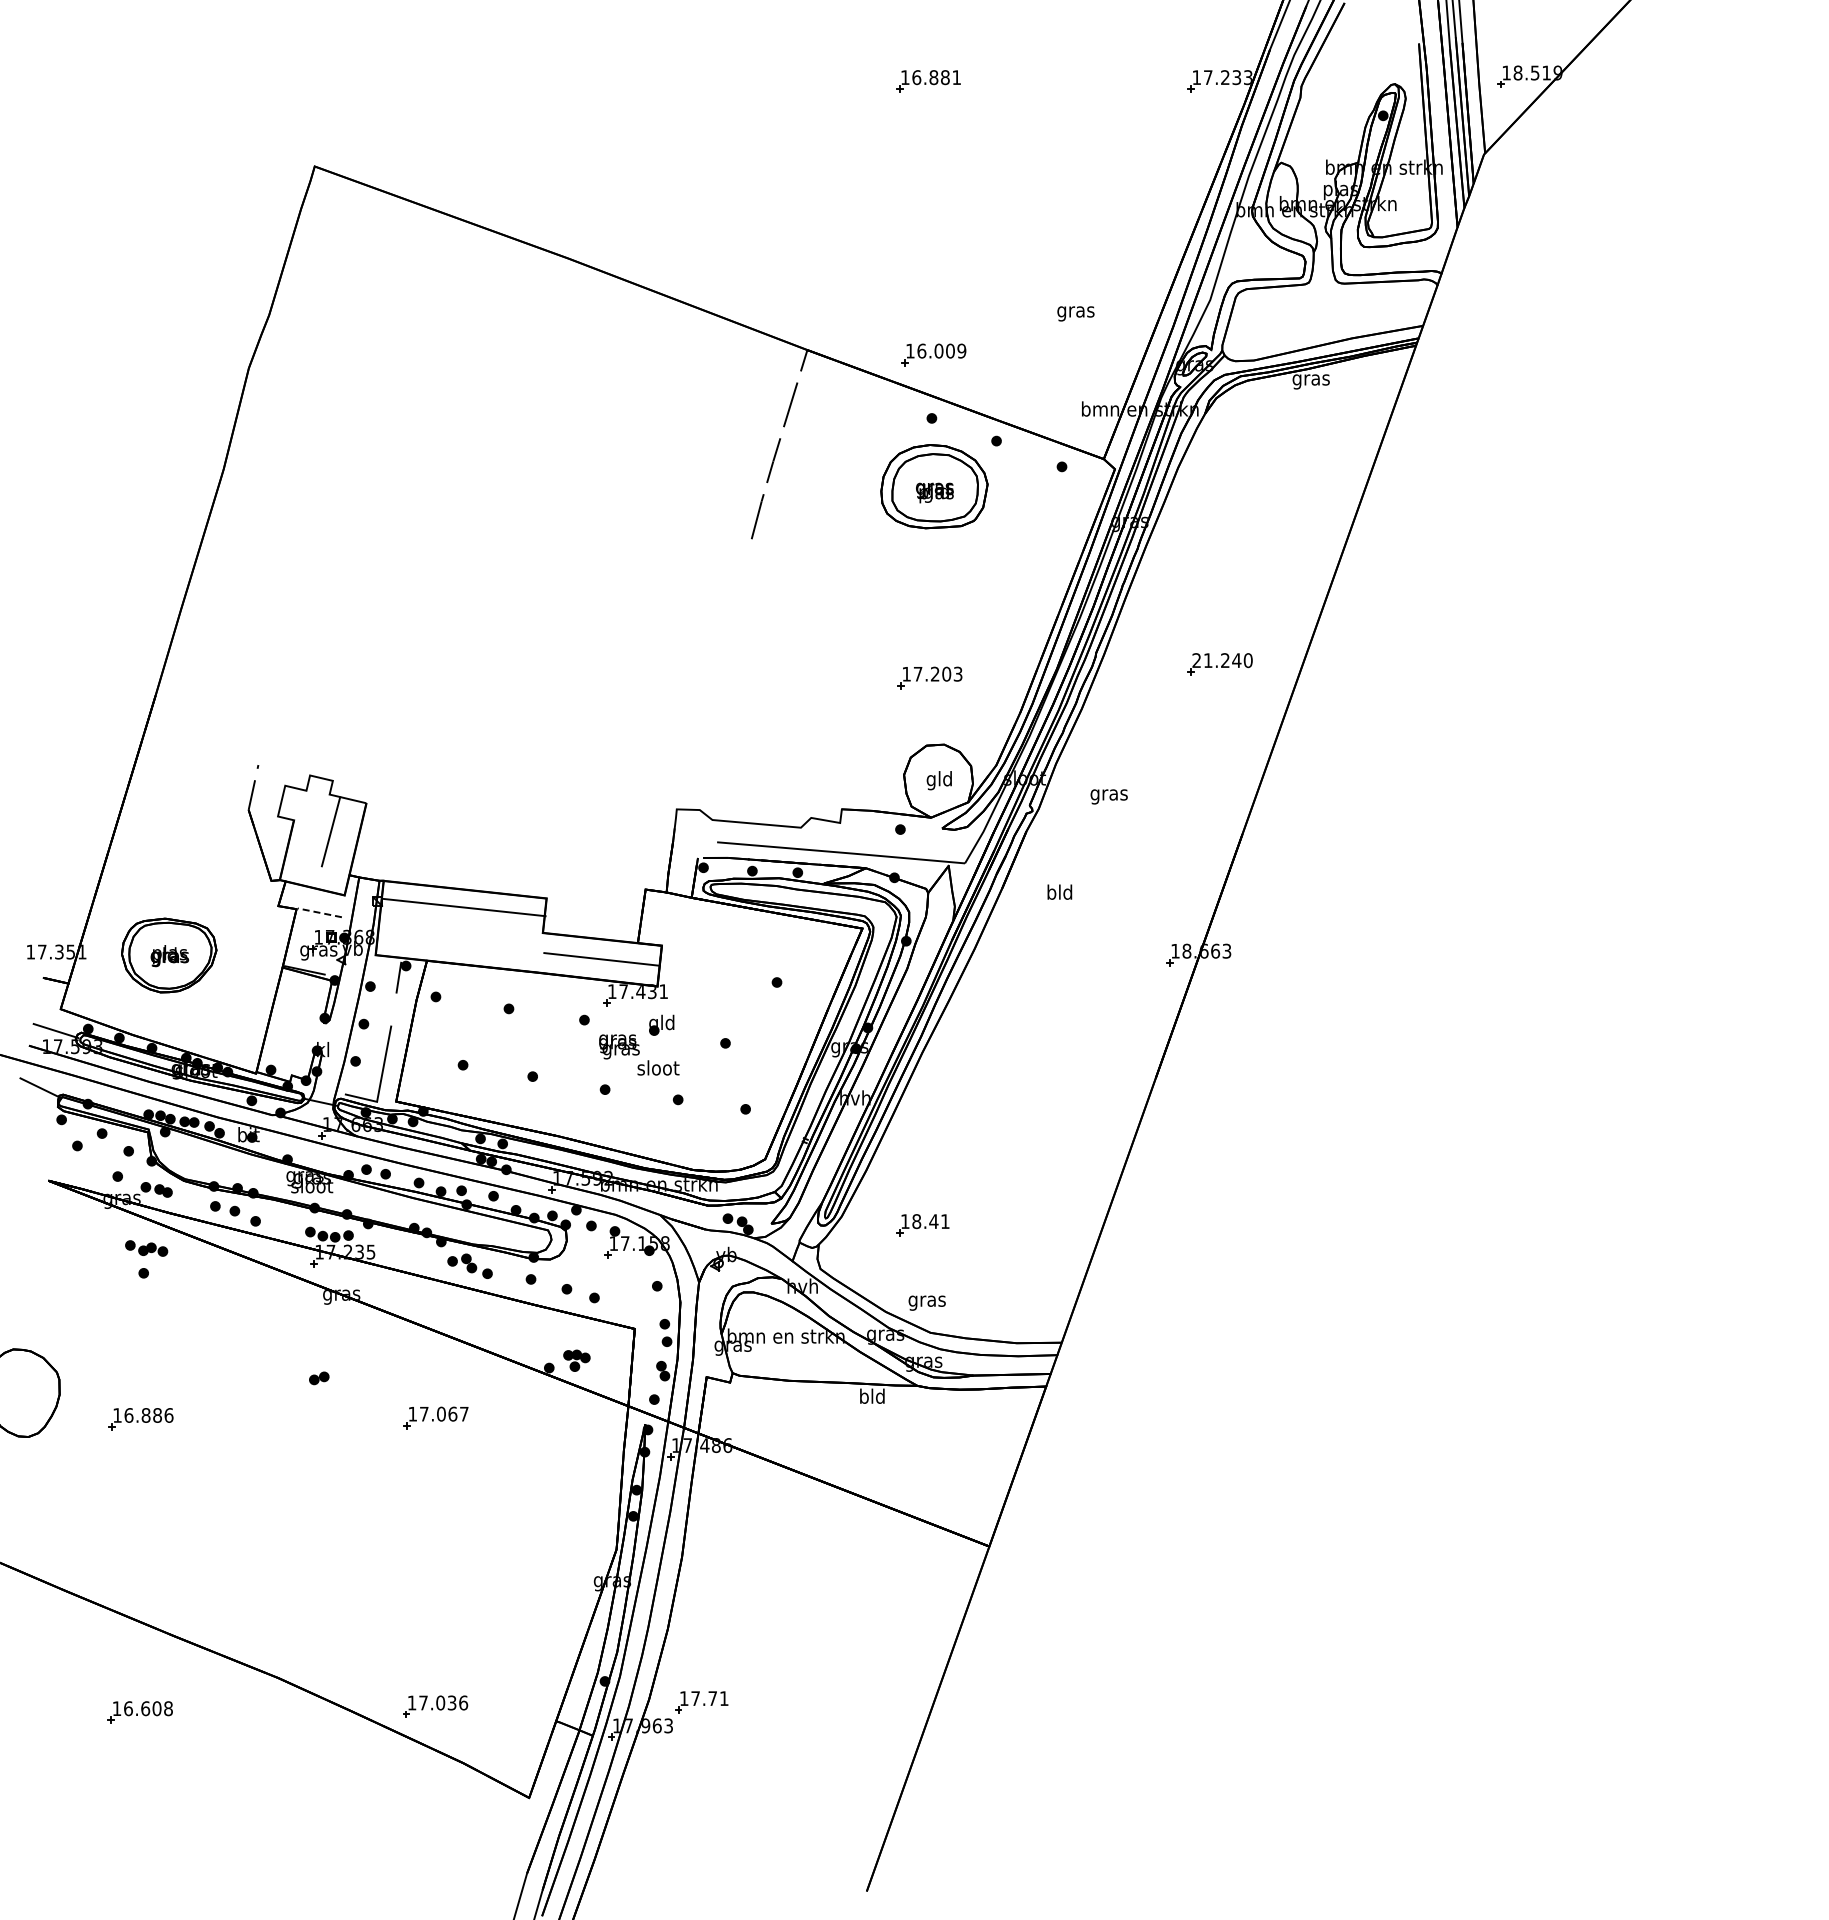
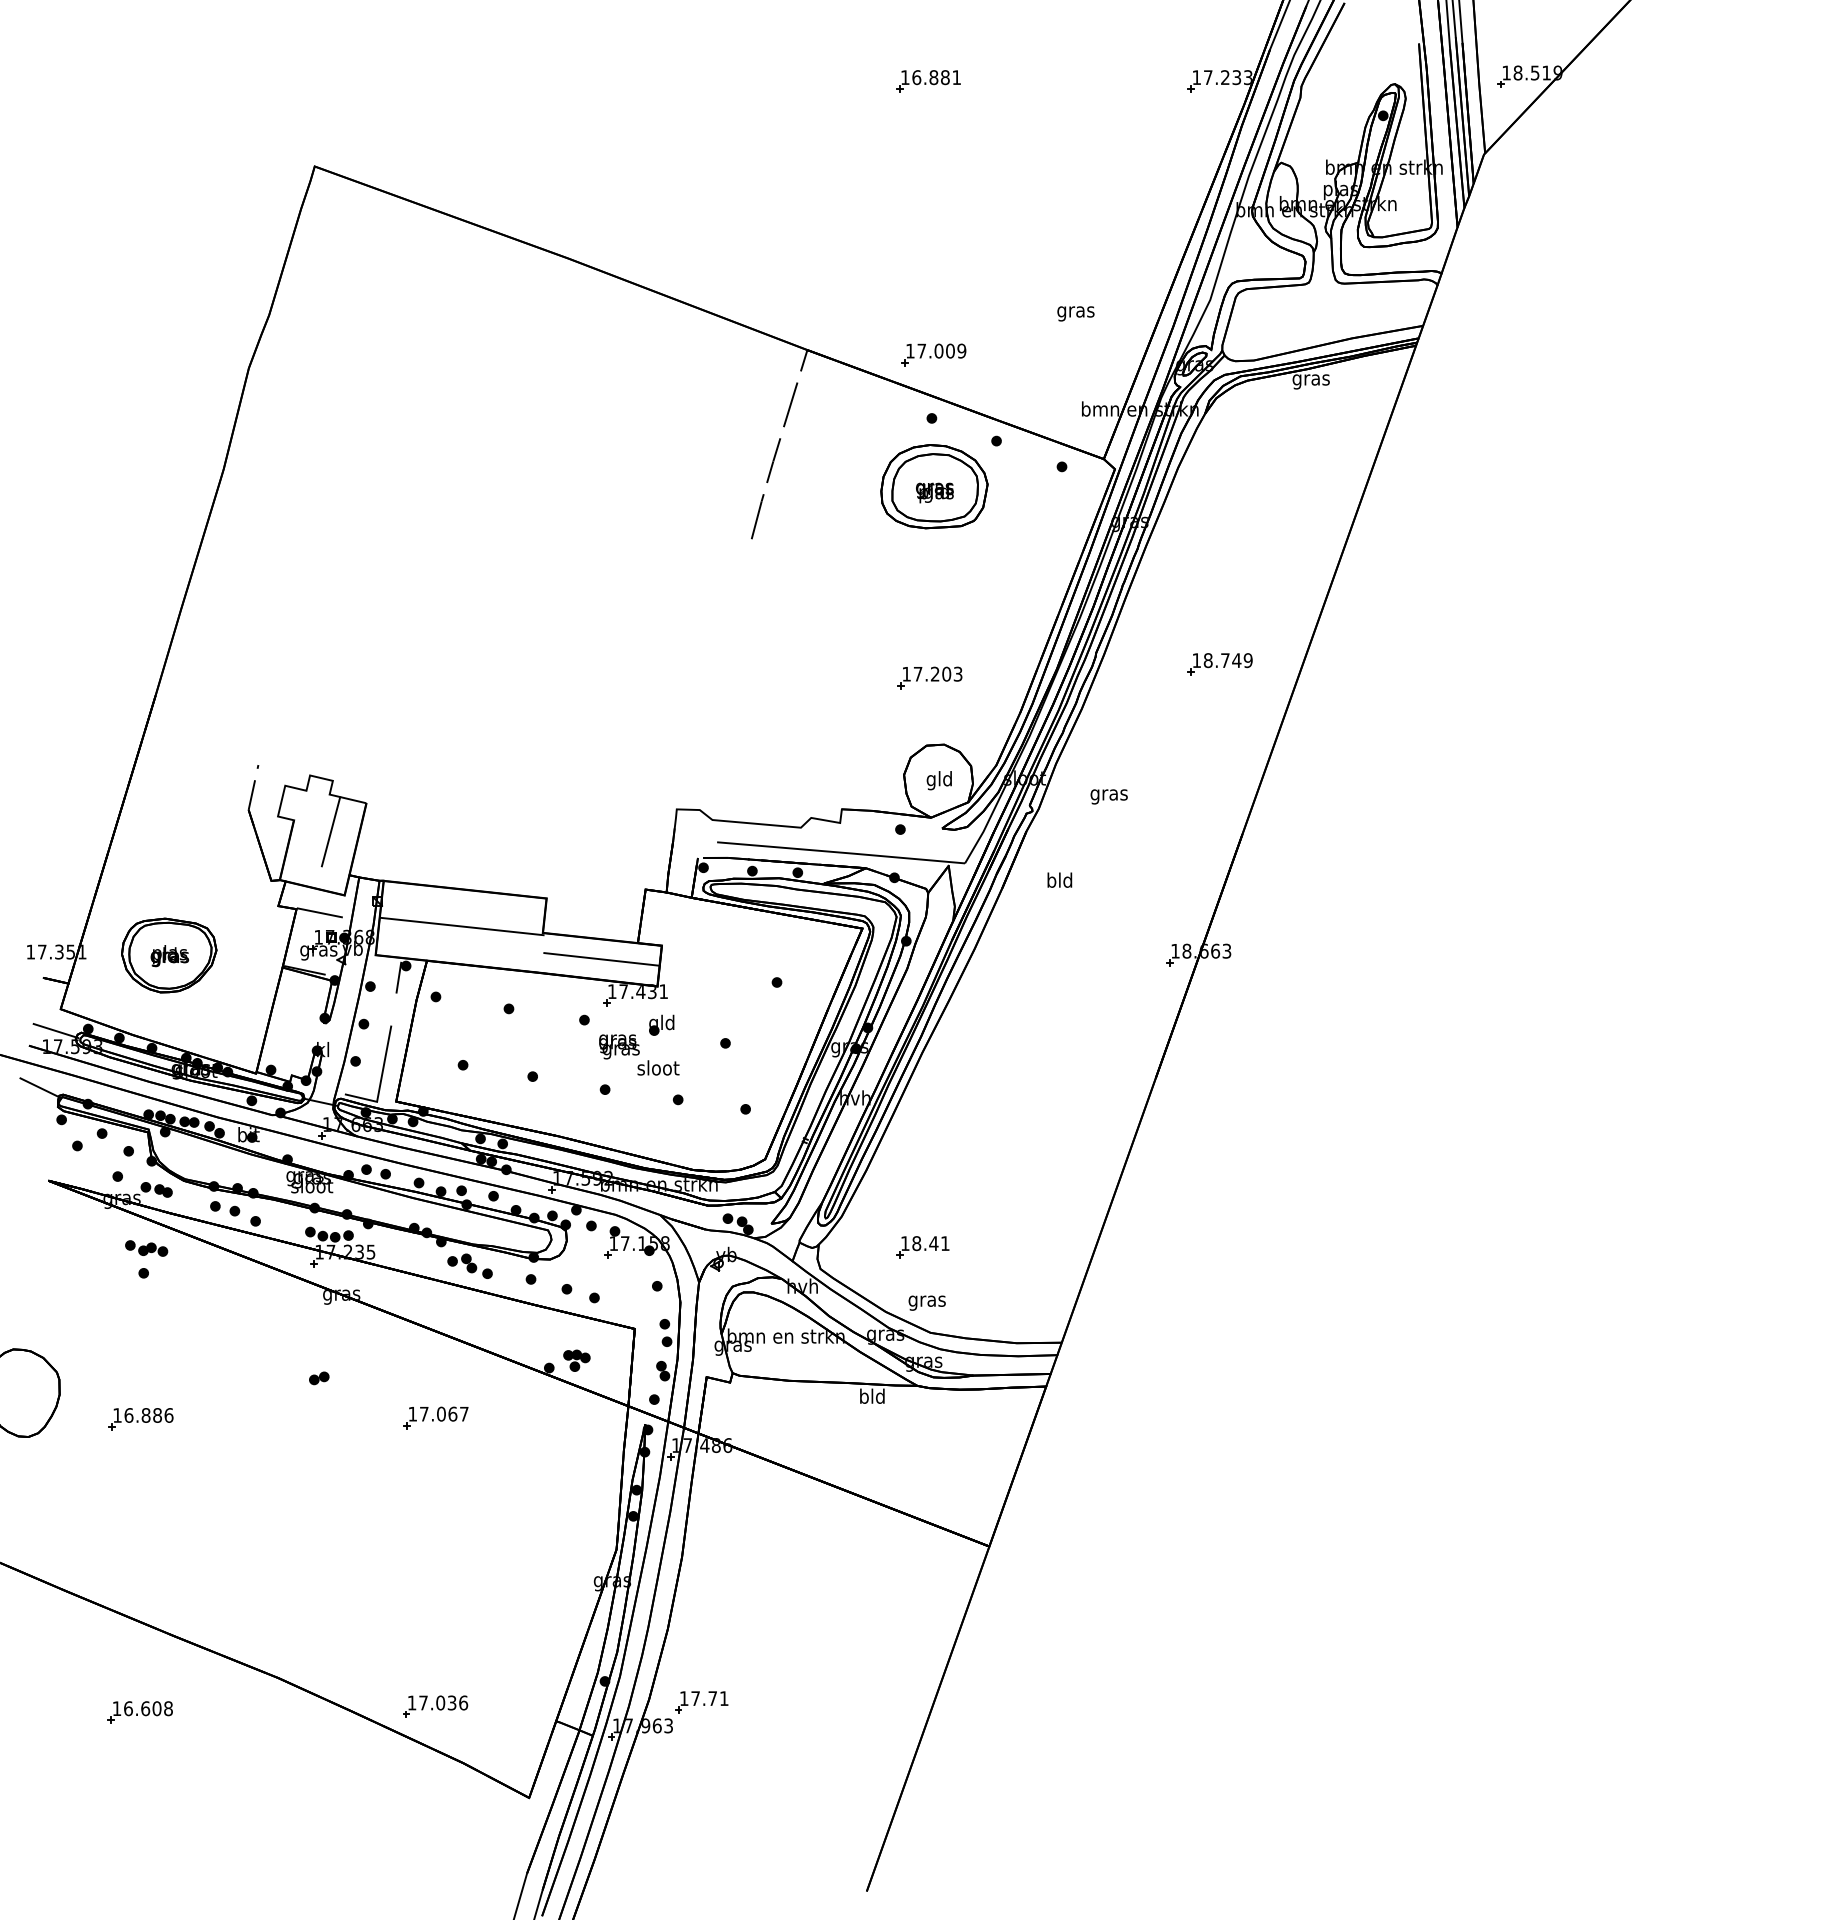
text at (921, 350): 16.009 -> 17.009
text at (1222, 660): 21.240 -> 18.749
text at (1059, 891) position: (1059, 891) -> (1059, 879)
line at (463, 907) position: (463, 907) -> (461, 926)
line at (319, 912): dashed -> solid
part at (922, 1225) position: (922, 1225) -> (922, 1247)
